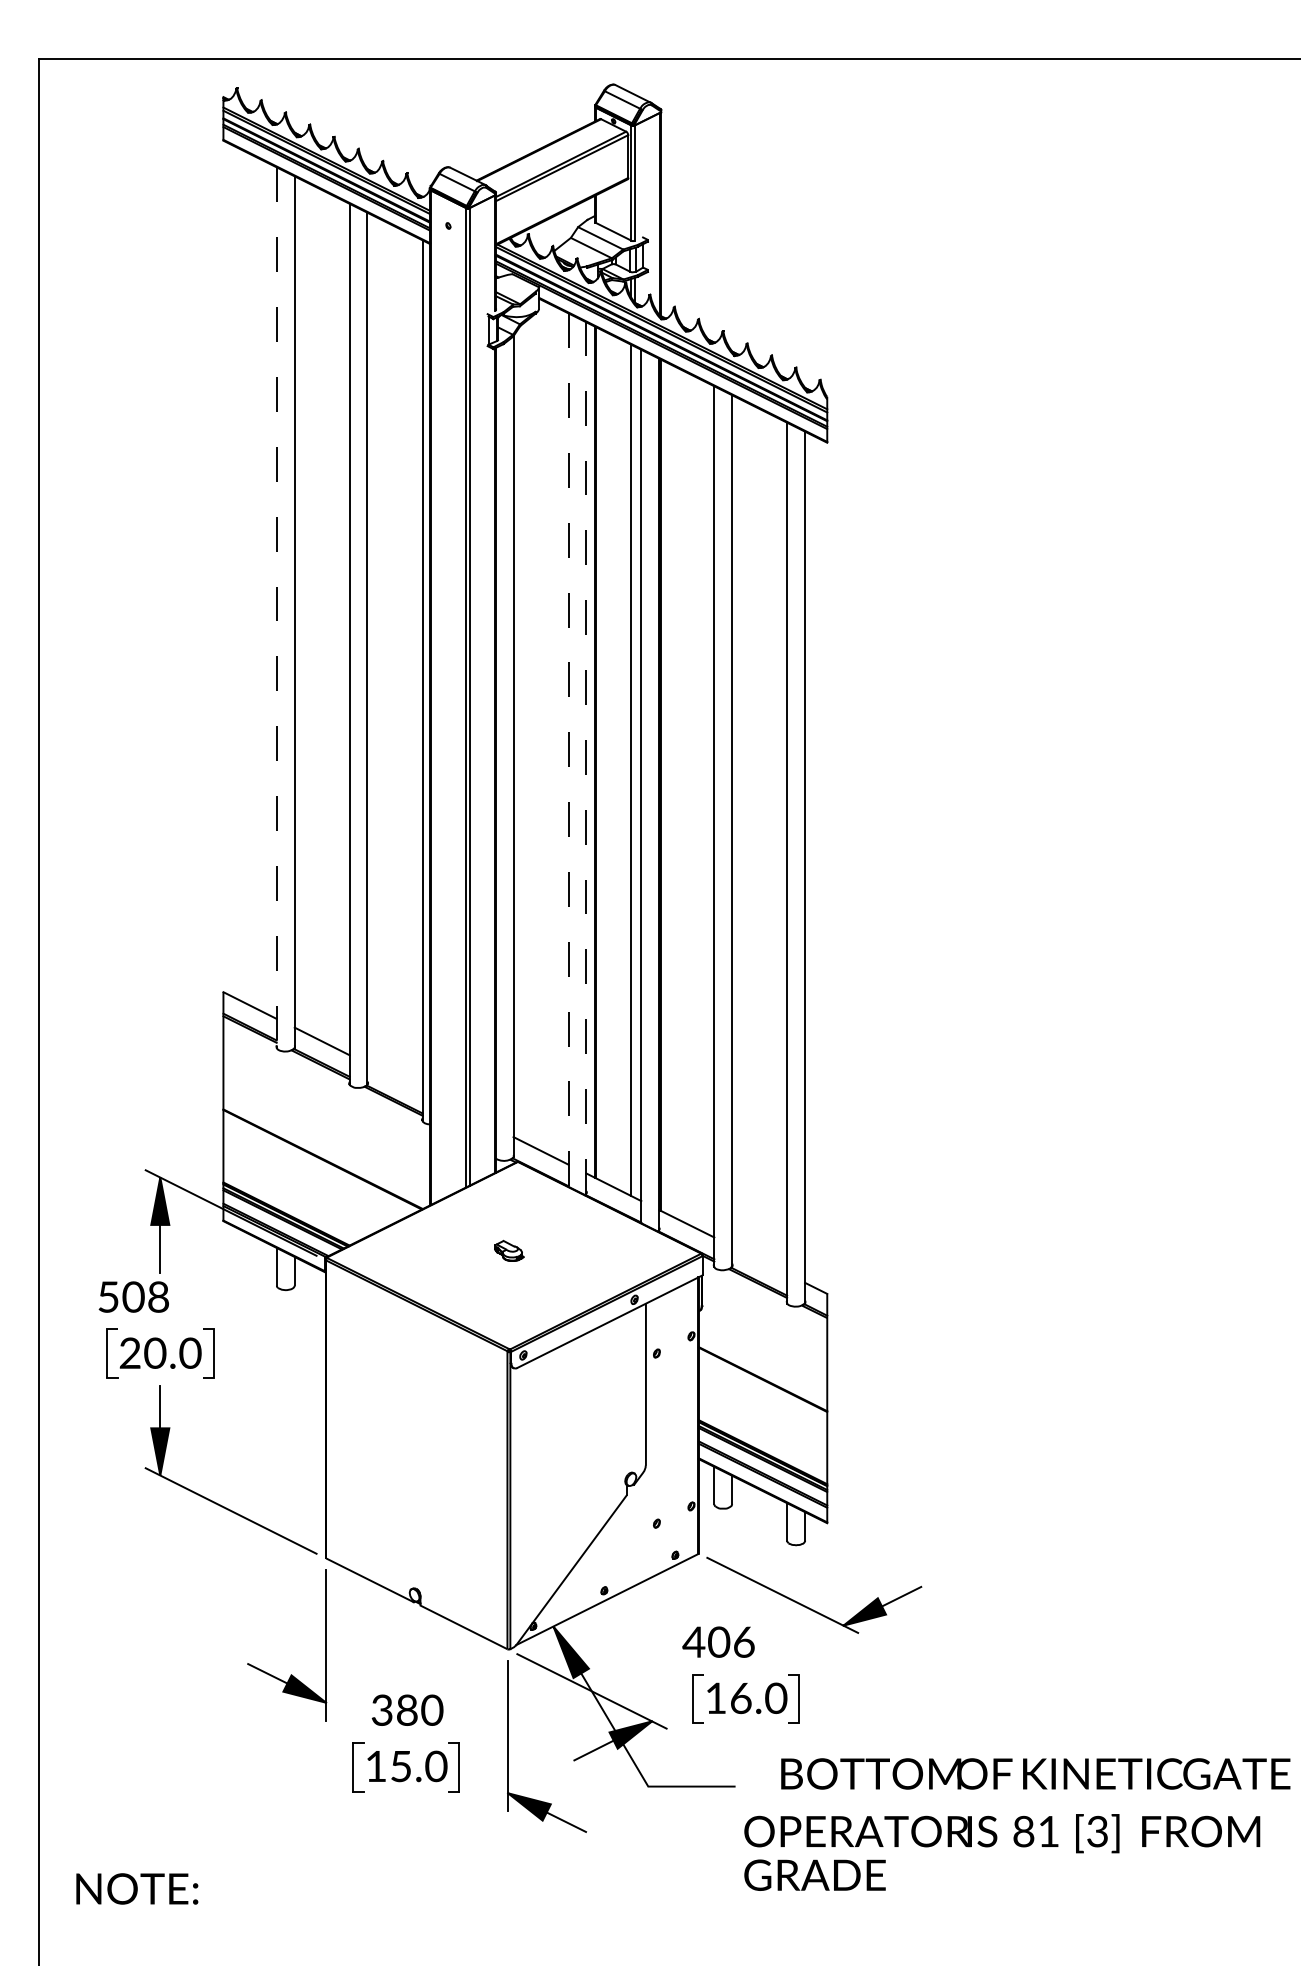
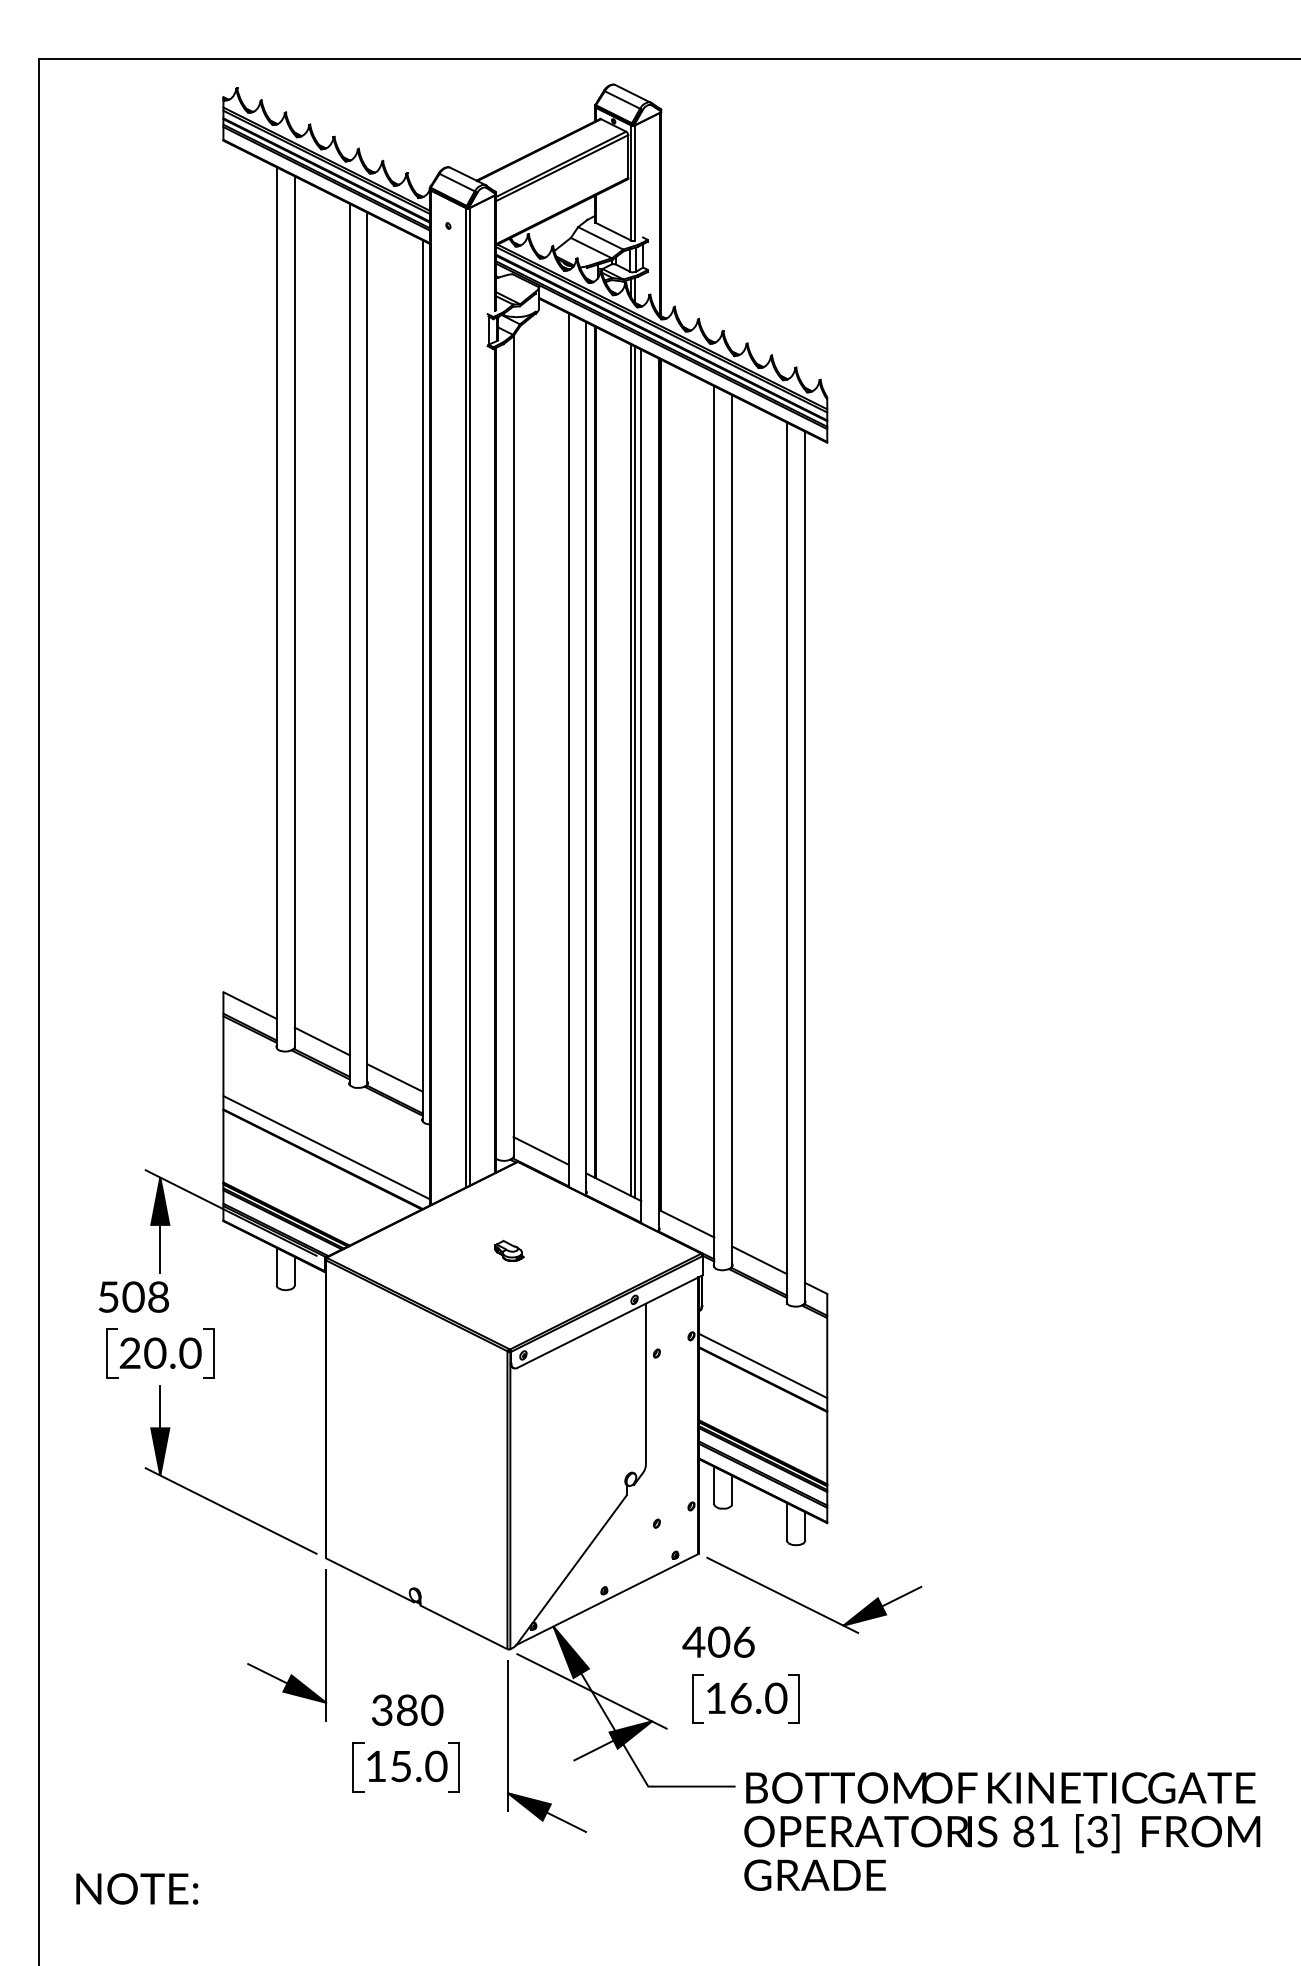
line at (276, 608): dashed -> solid
line at (568, 750): dashed -> solid
line at (586, 758): dashed -> solid
line at (634, 771): none -> present
line at (394, 1077): none -> present
line at (326, 1147): none -> present
line at (759, 1260): none -> present
line at (762, 1365): none -> present
text at (1035, 1773) position: (1035, 1773) -> (1000, 1787)
